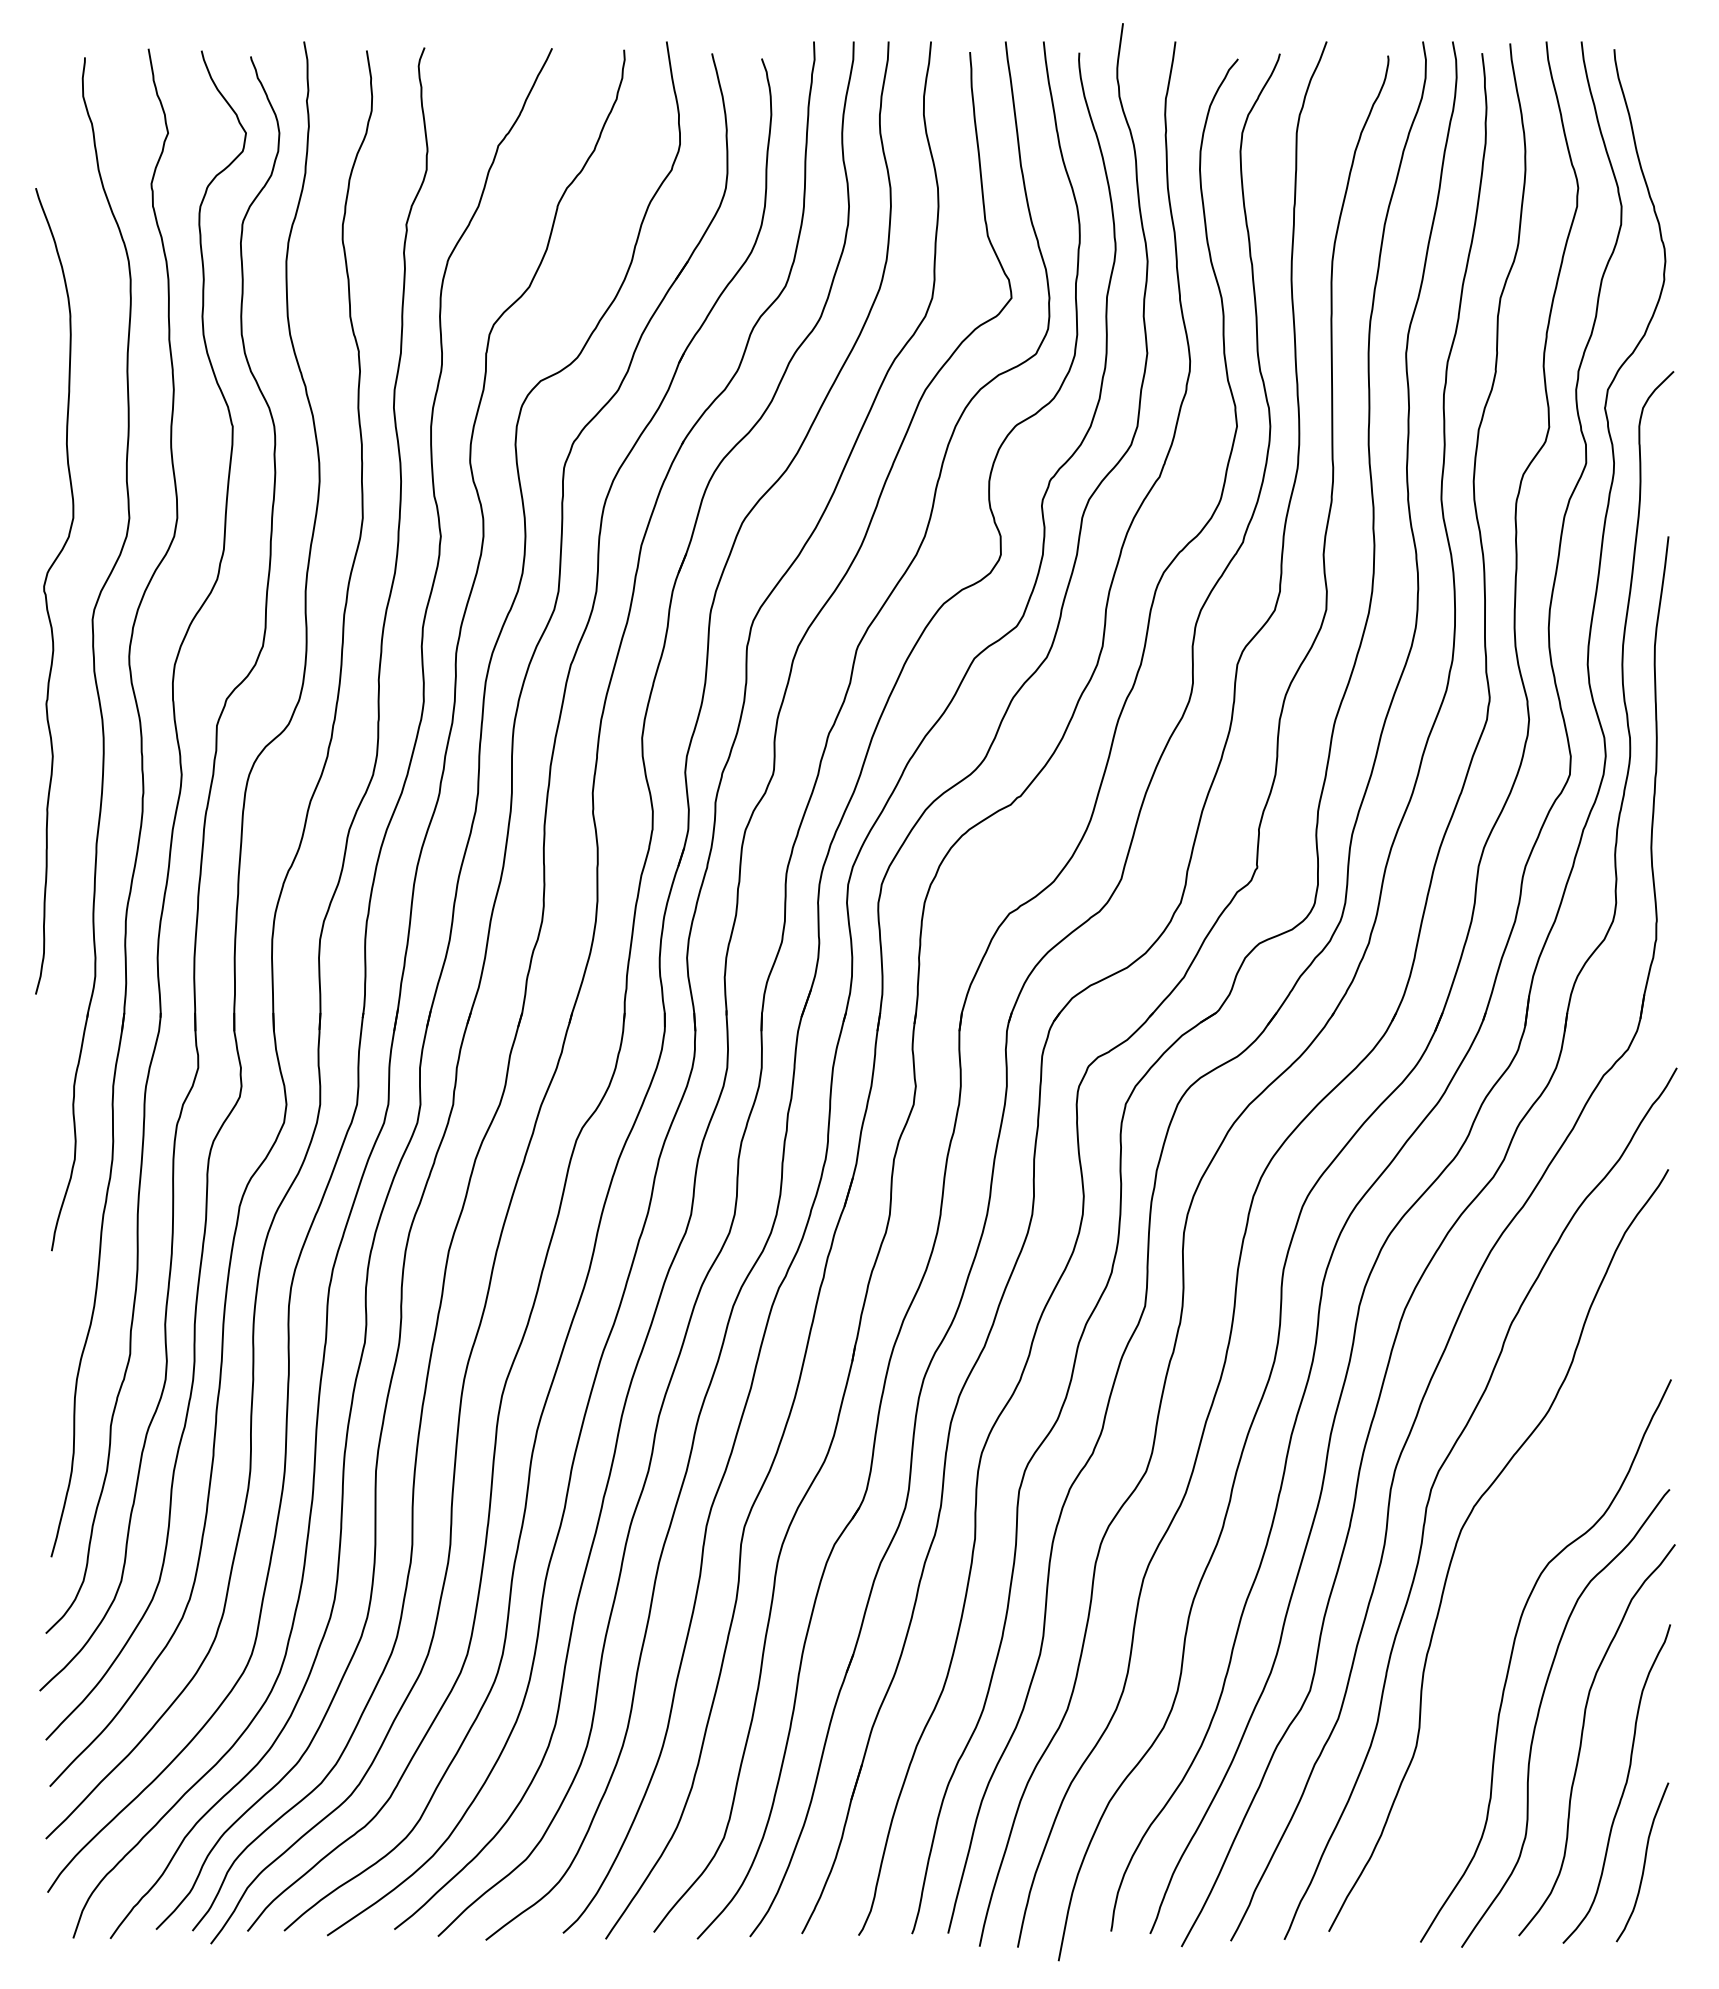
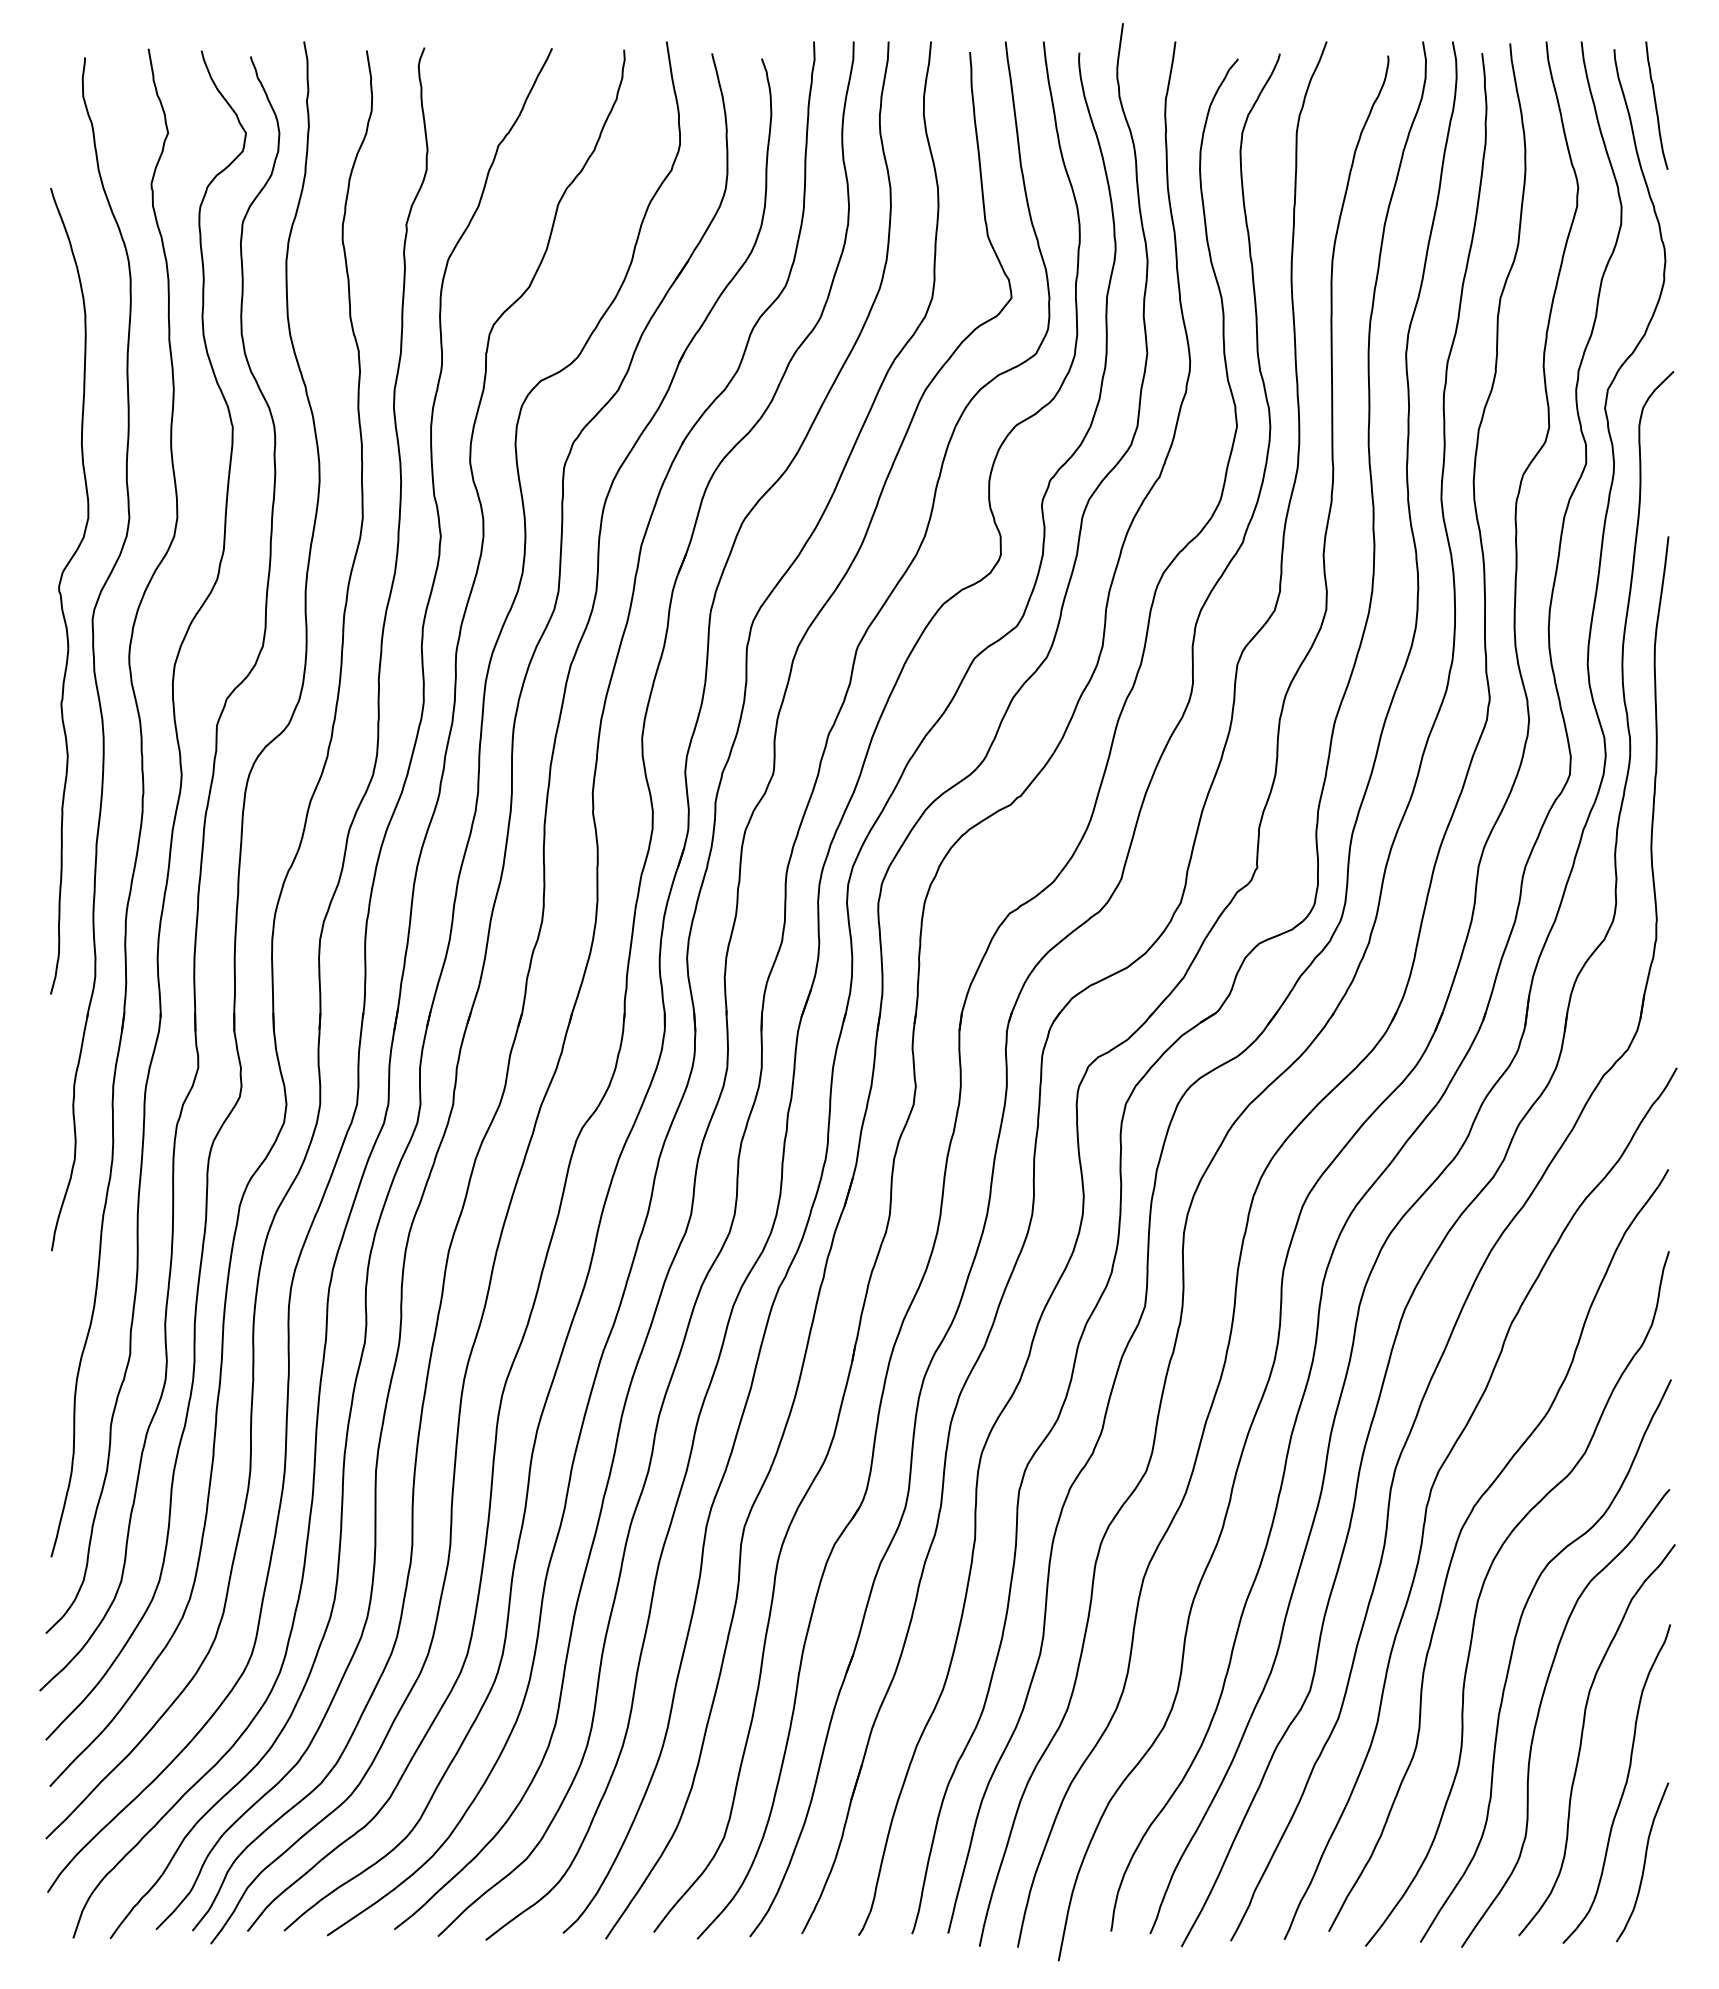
curve at (1656, 105): none -> present
curve at (46, 593) position: (46, 593) -> (61, 593)
curve at (1483, 1587): none -> present
